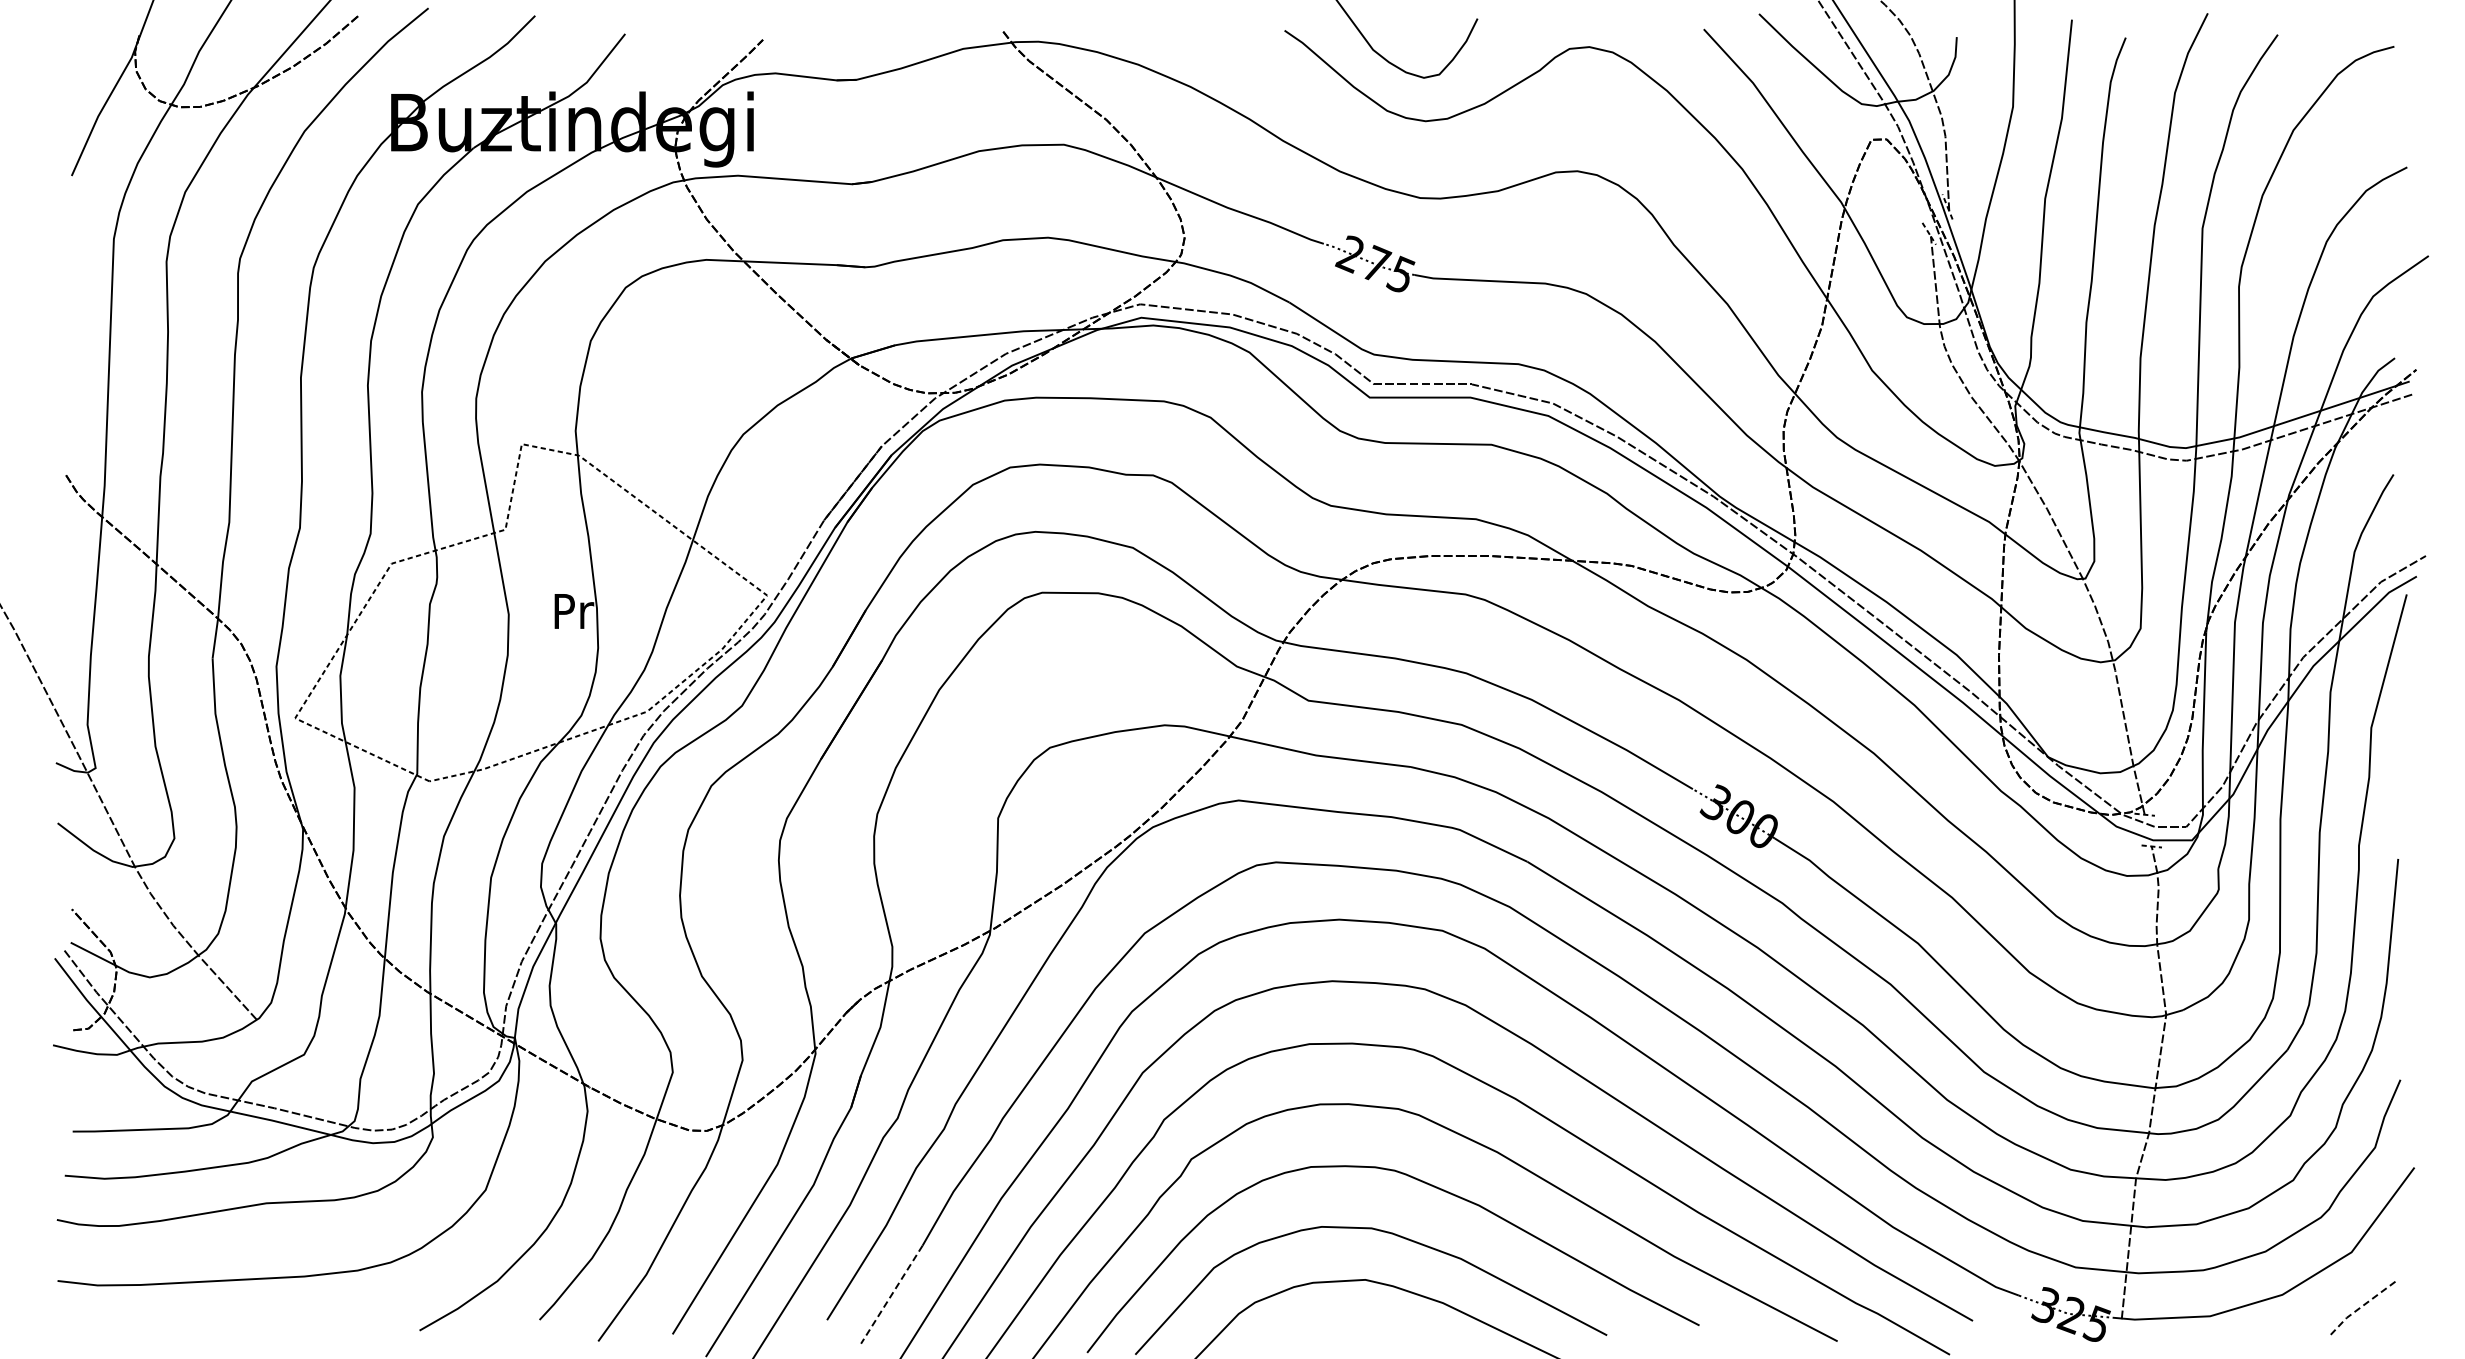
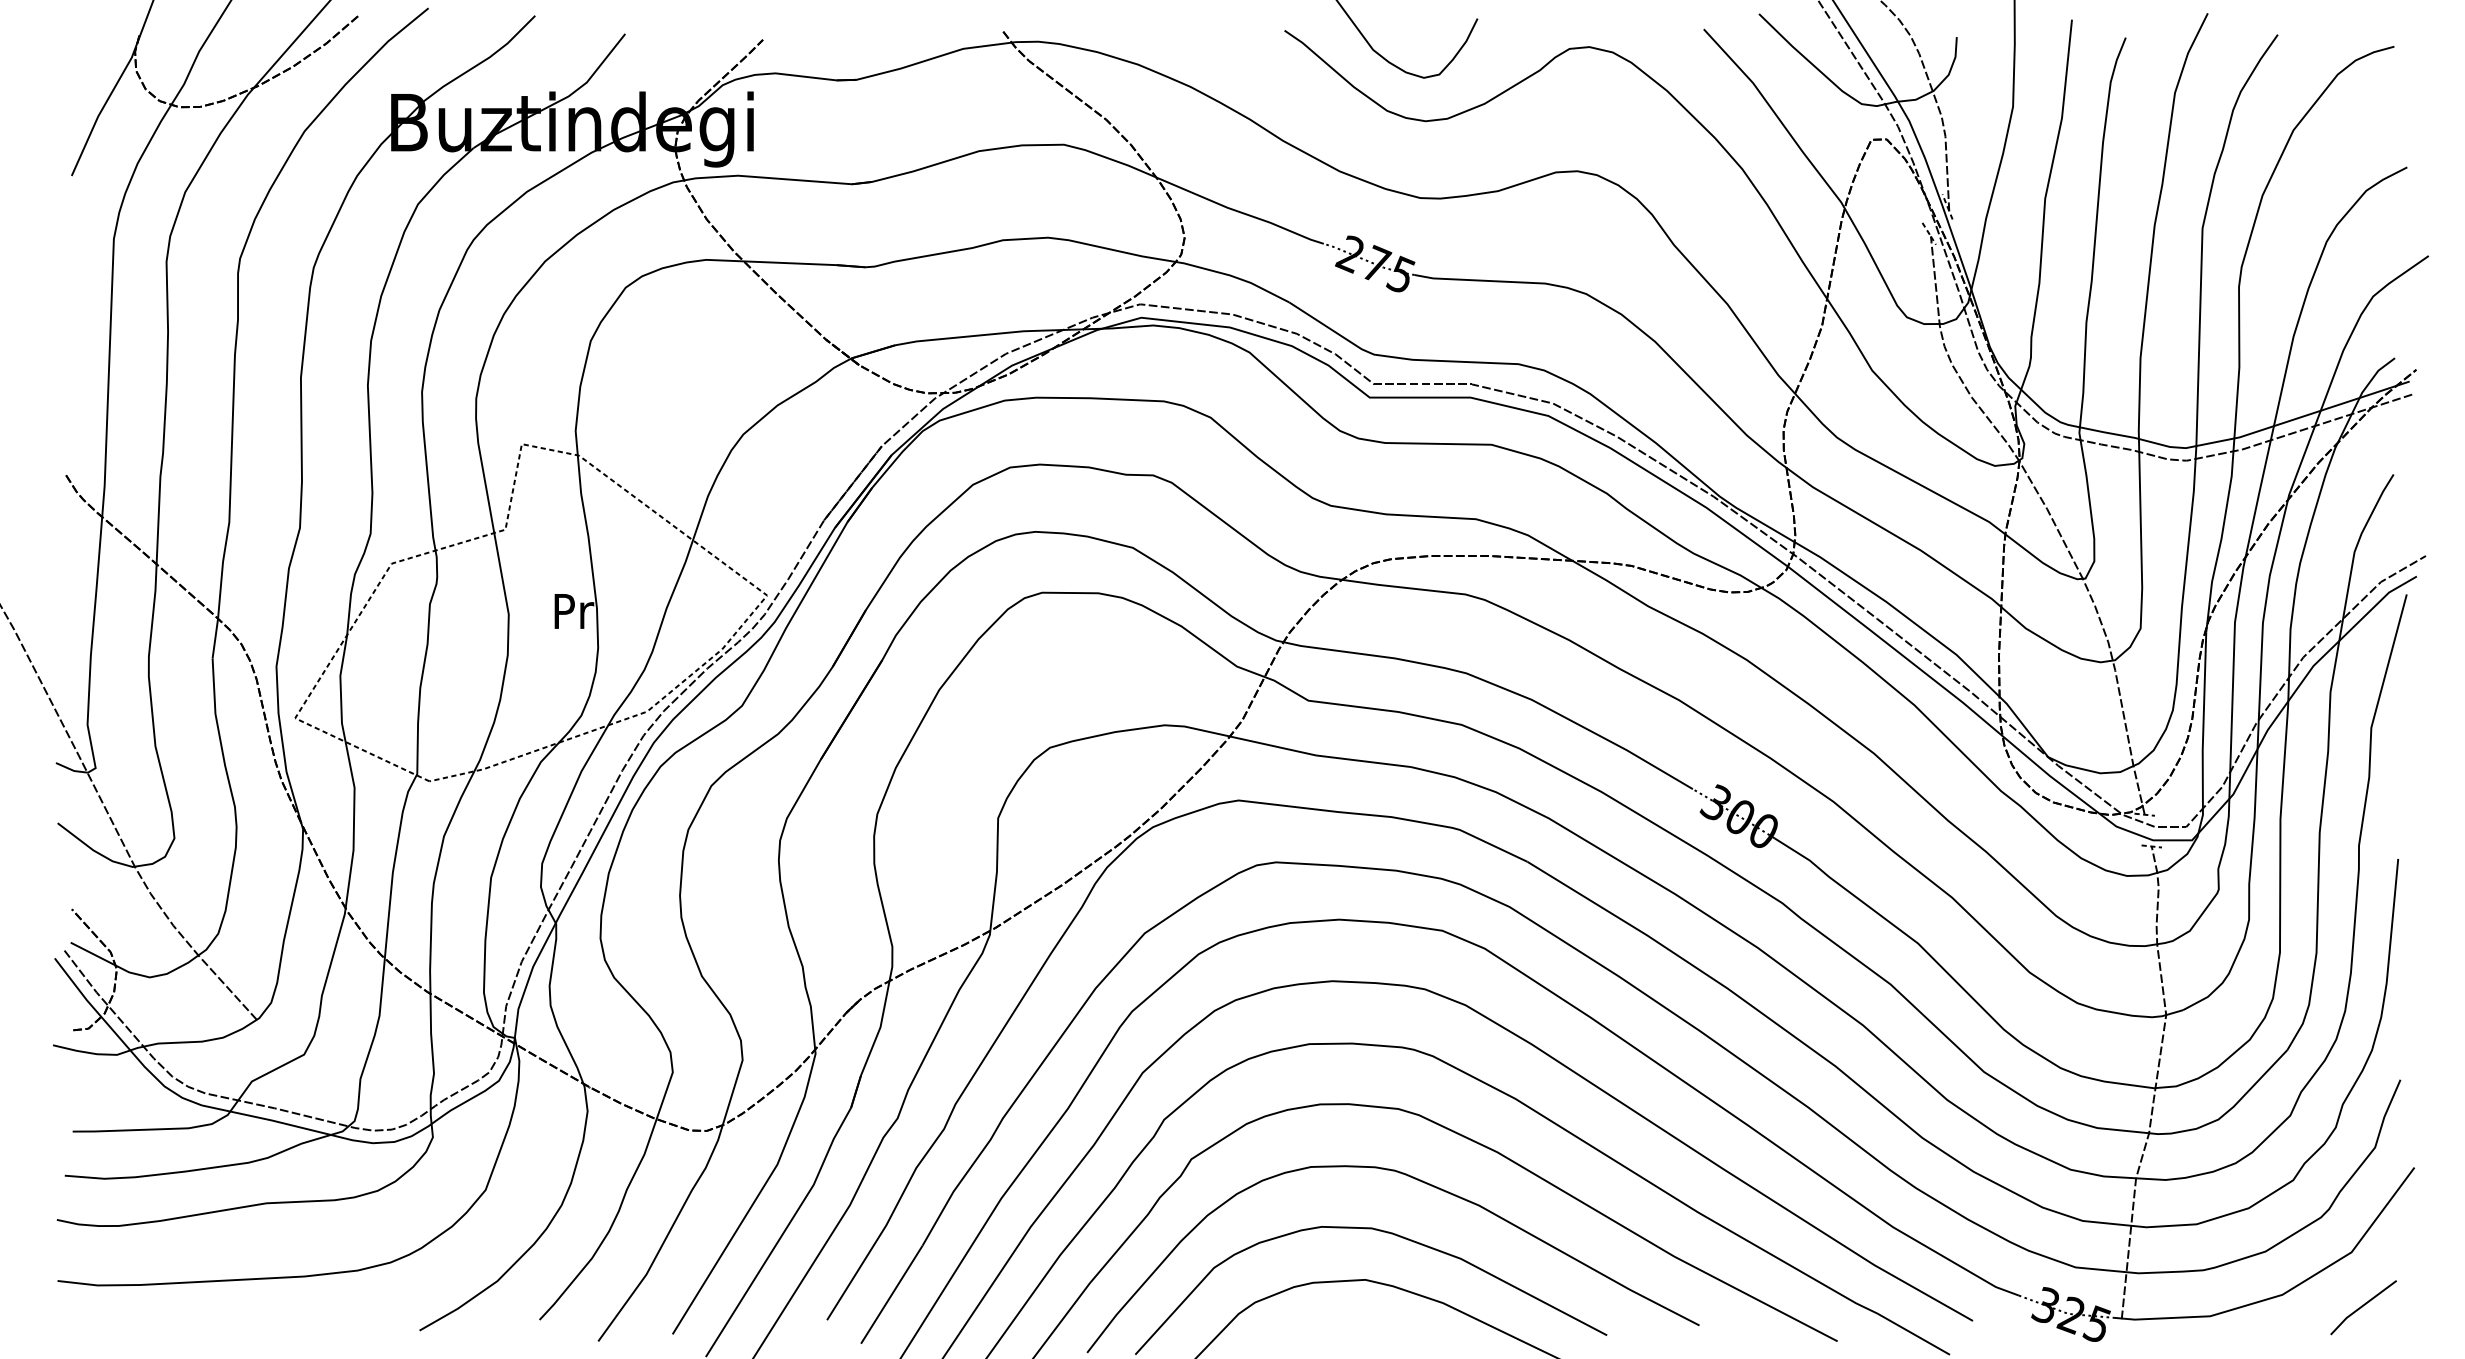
line at (891, 1294): dashed -> solid
line at (2361, 1306): dashed -> solid
